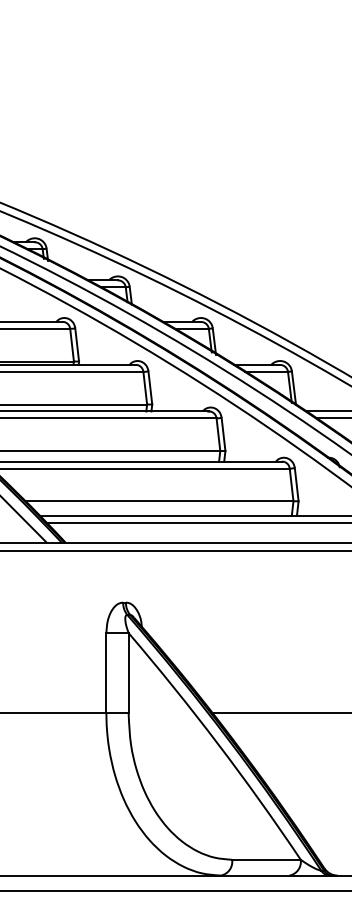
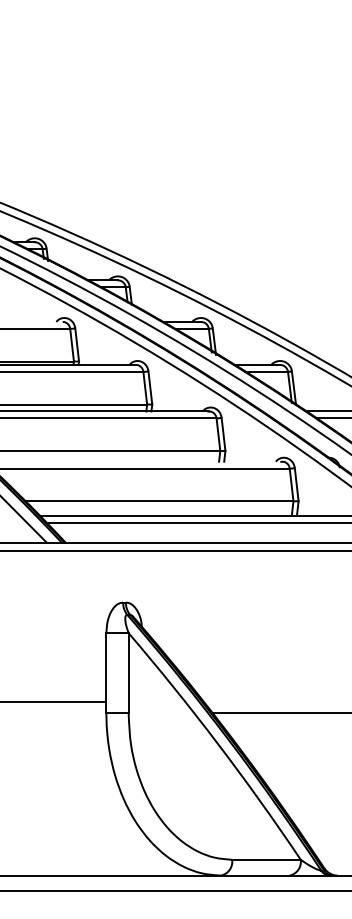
line at (32, 321): present -> none
line at (142, 461): present -> none
line at (54, 713) position: (54, 713) -> (54, 702)
